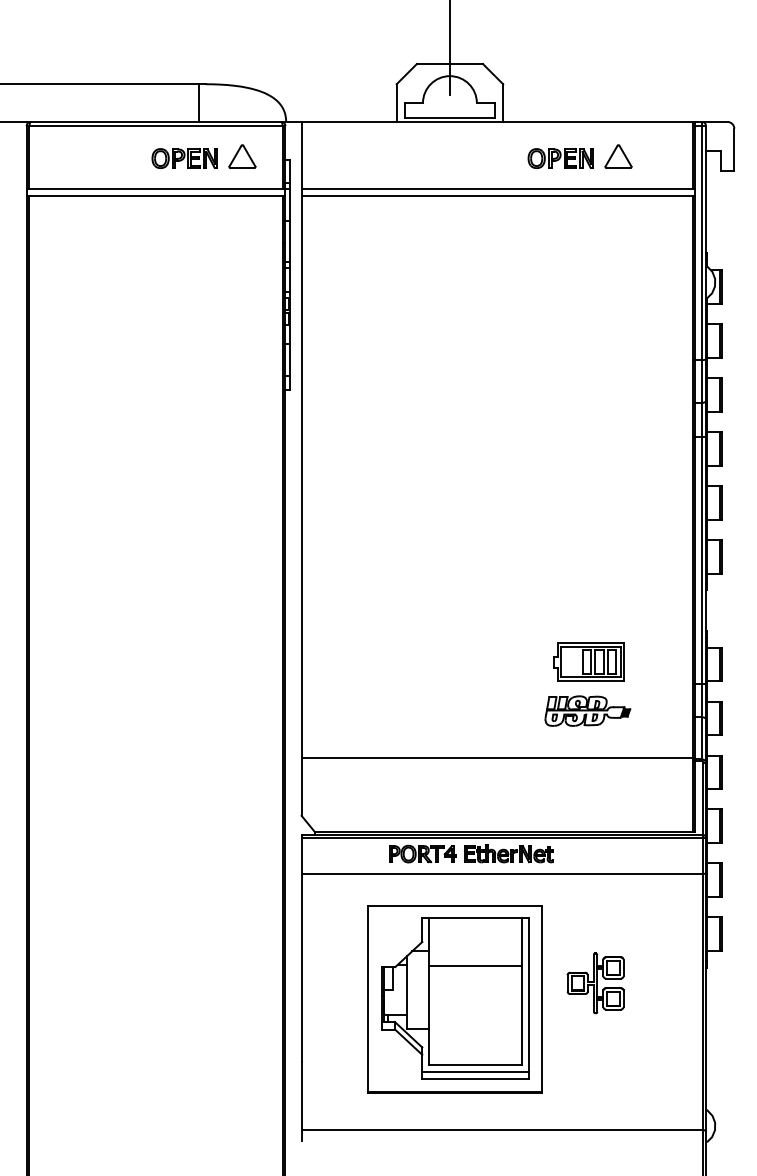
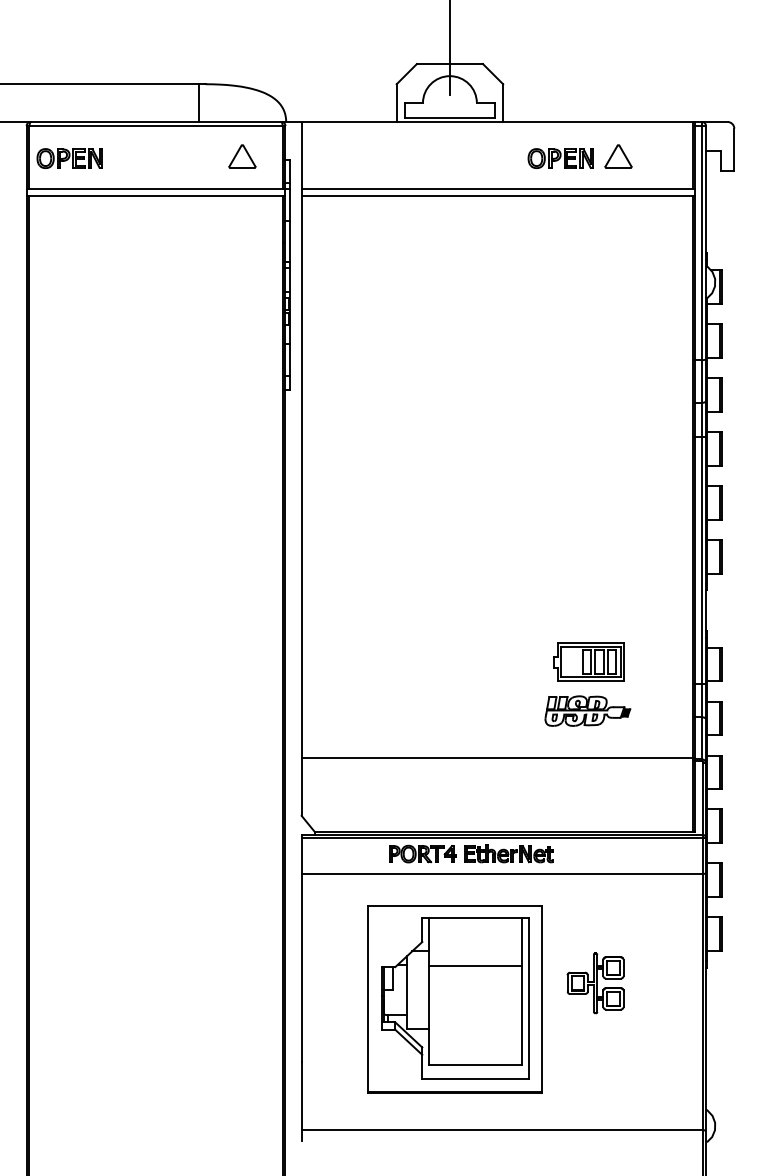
part at (184, 158) position: (184, 158) -> (69, 158)
line at (475, 1071): present -> none
